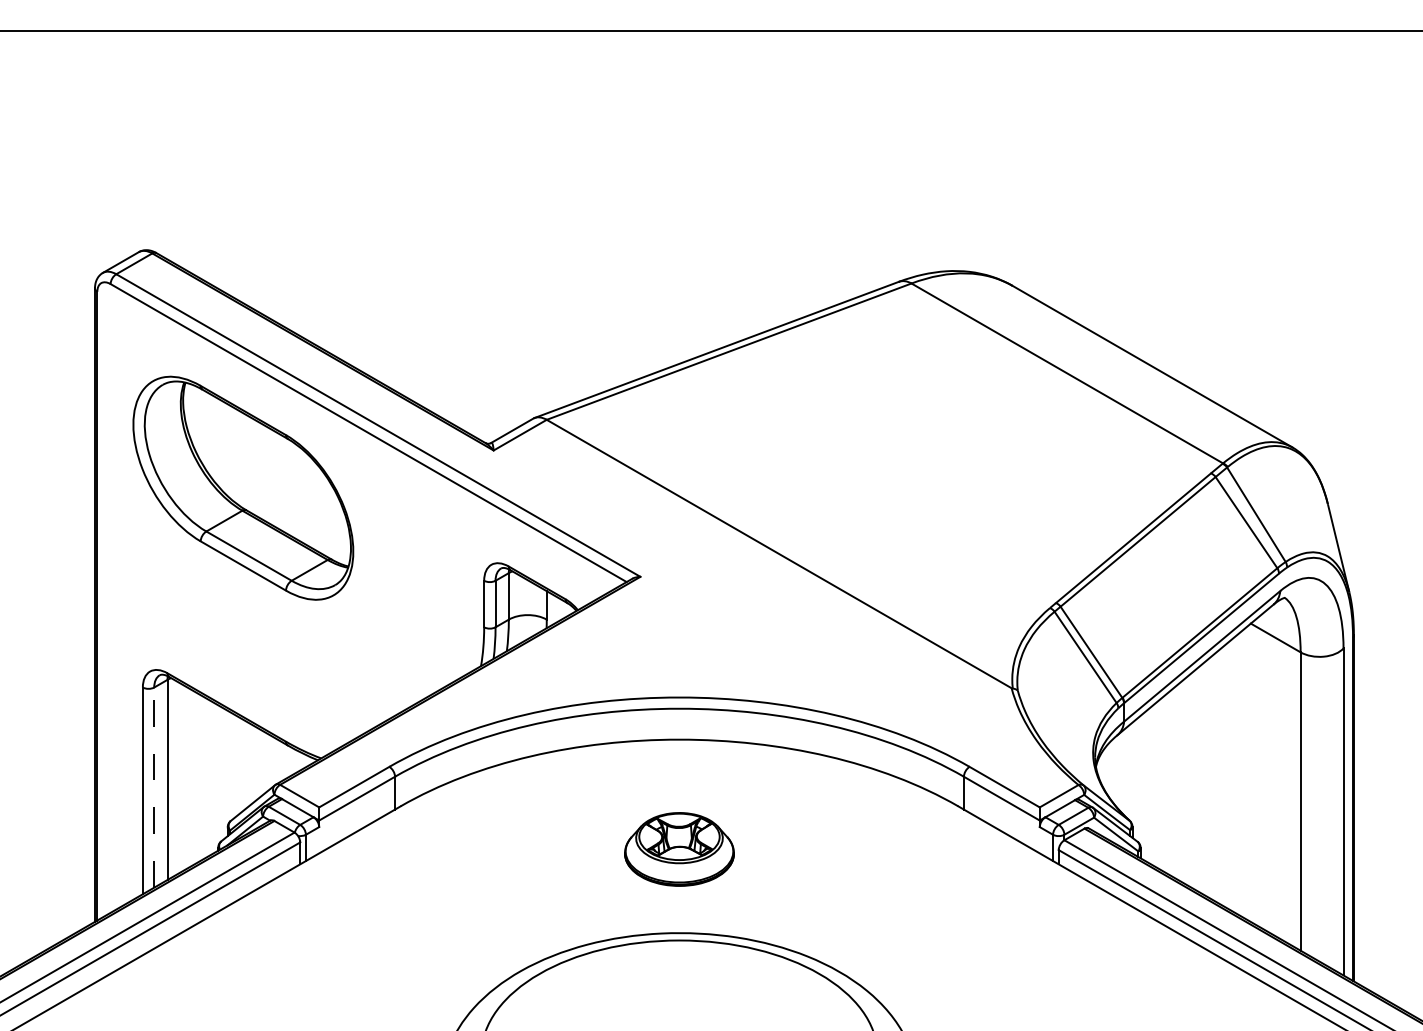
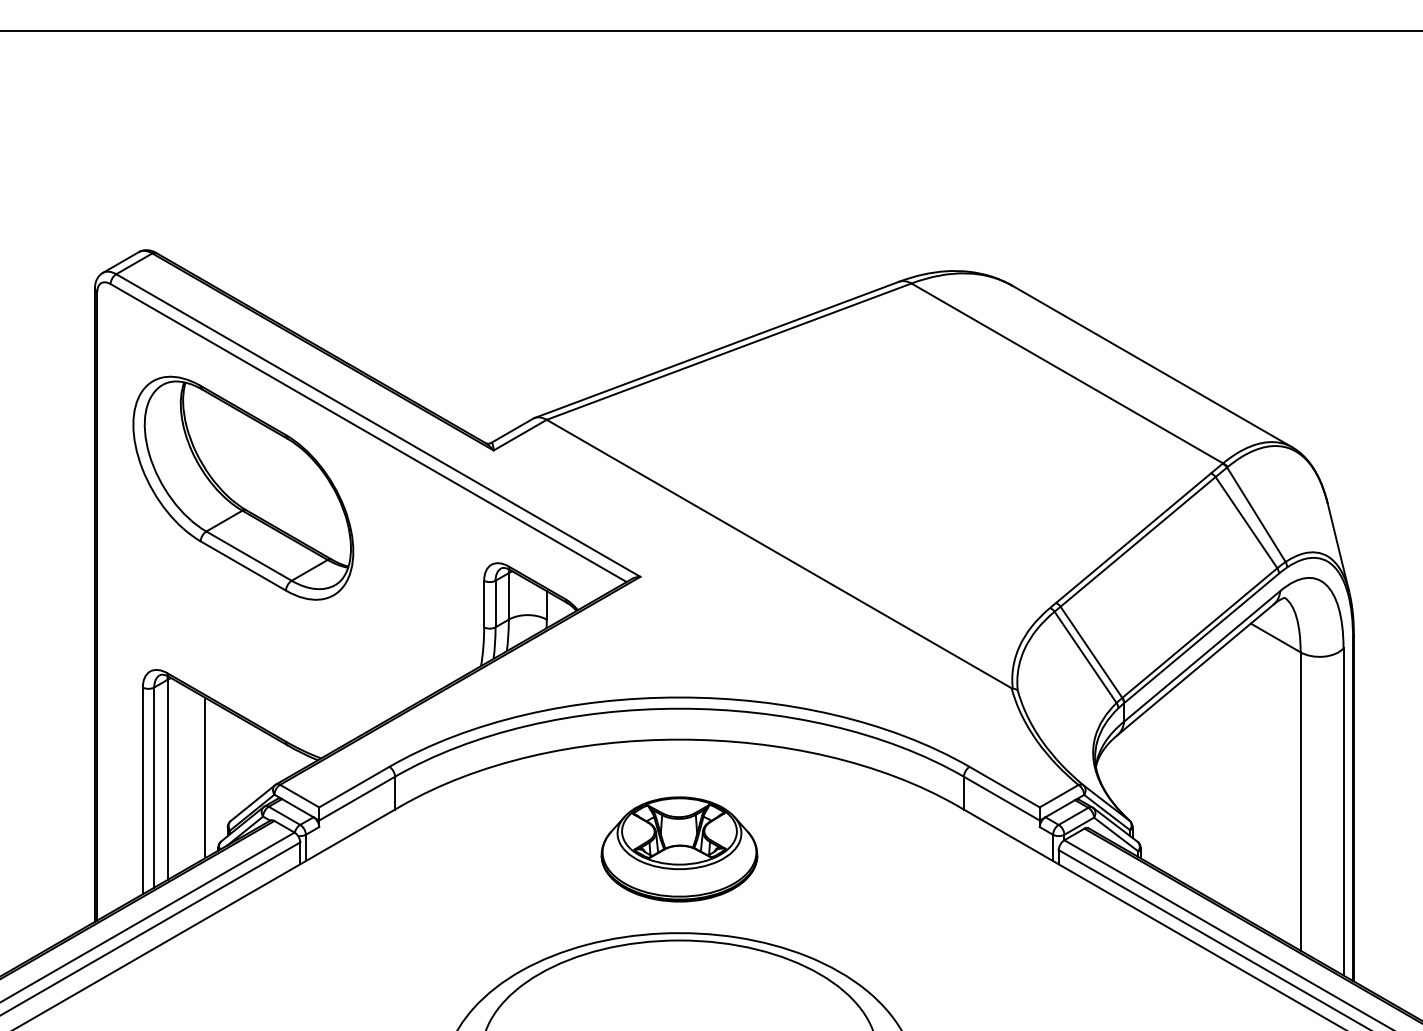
line at (205, 777): none -> present
line at (154, 787): dashed -> solid
part at (679, 849) size: 111x75 px -> 159x107 px
